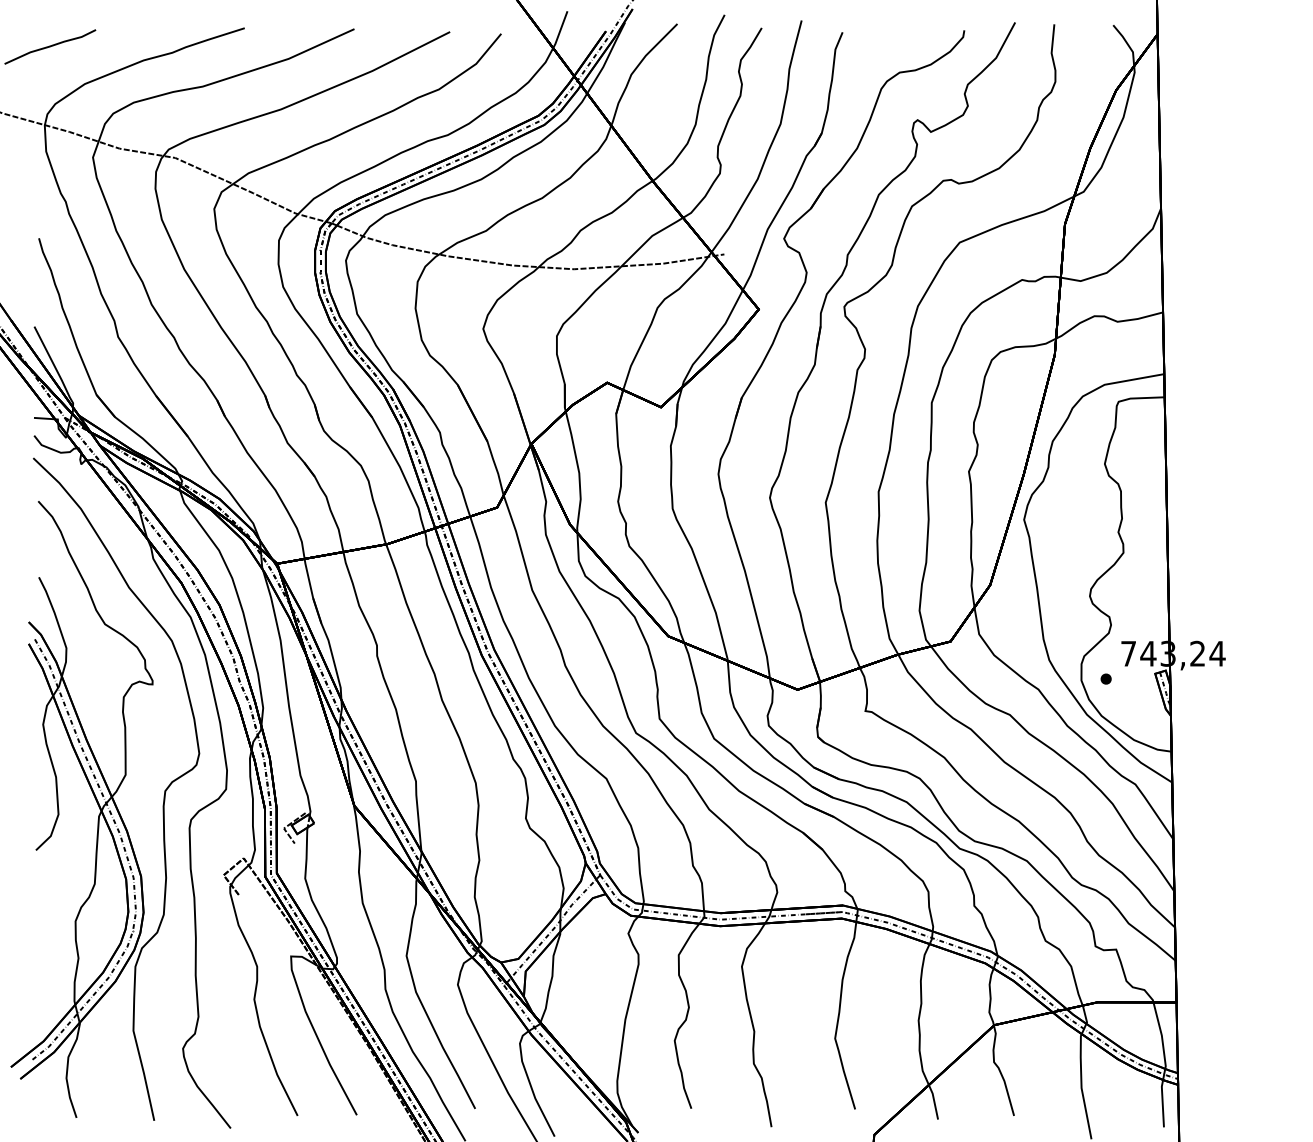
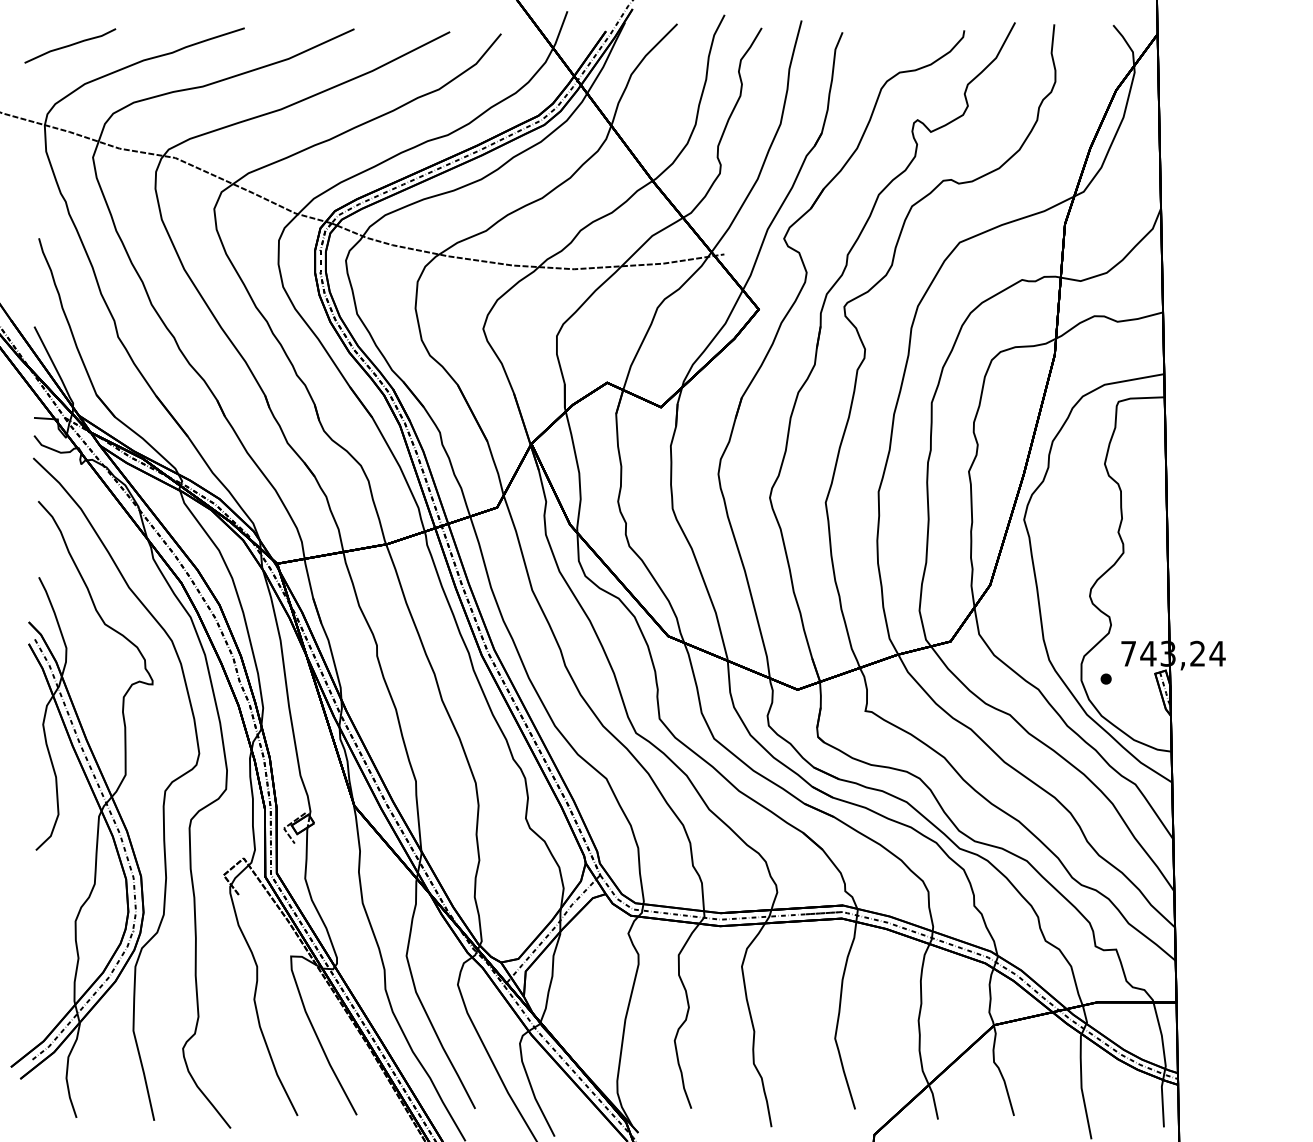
curve at (50, 46) position: (50, 46) -> (70, 45)
